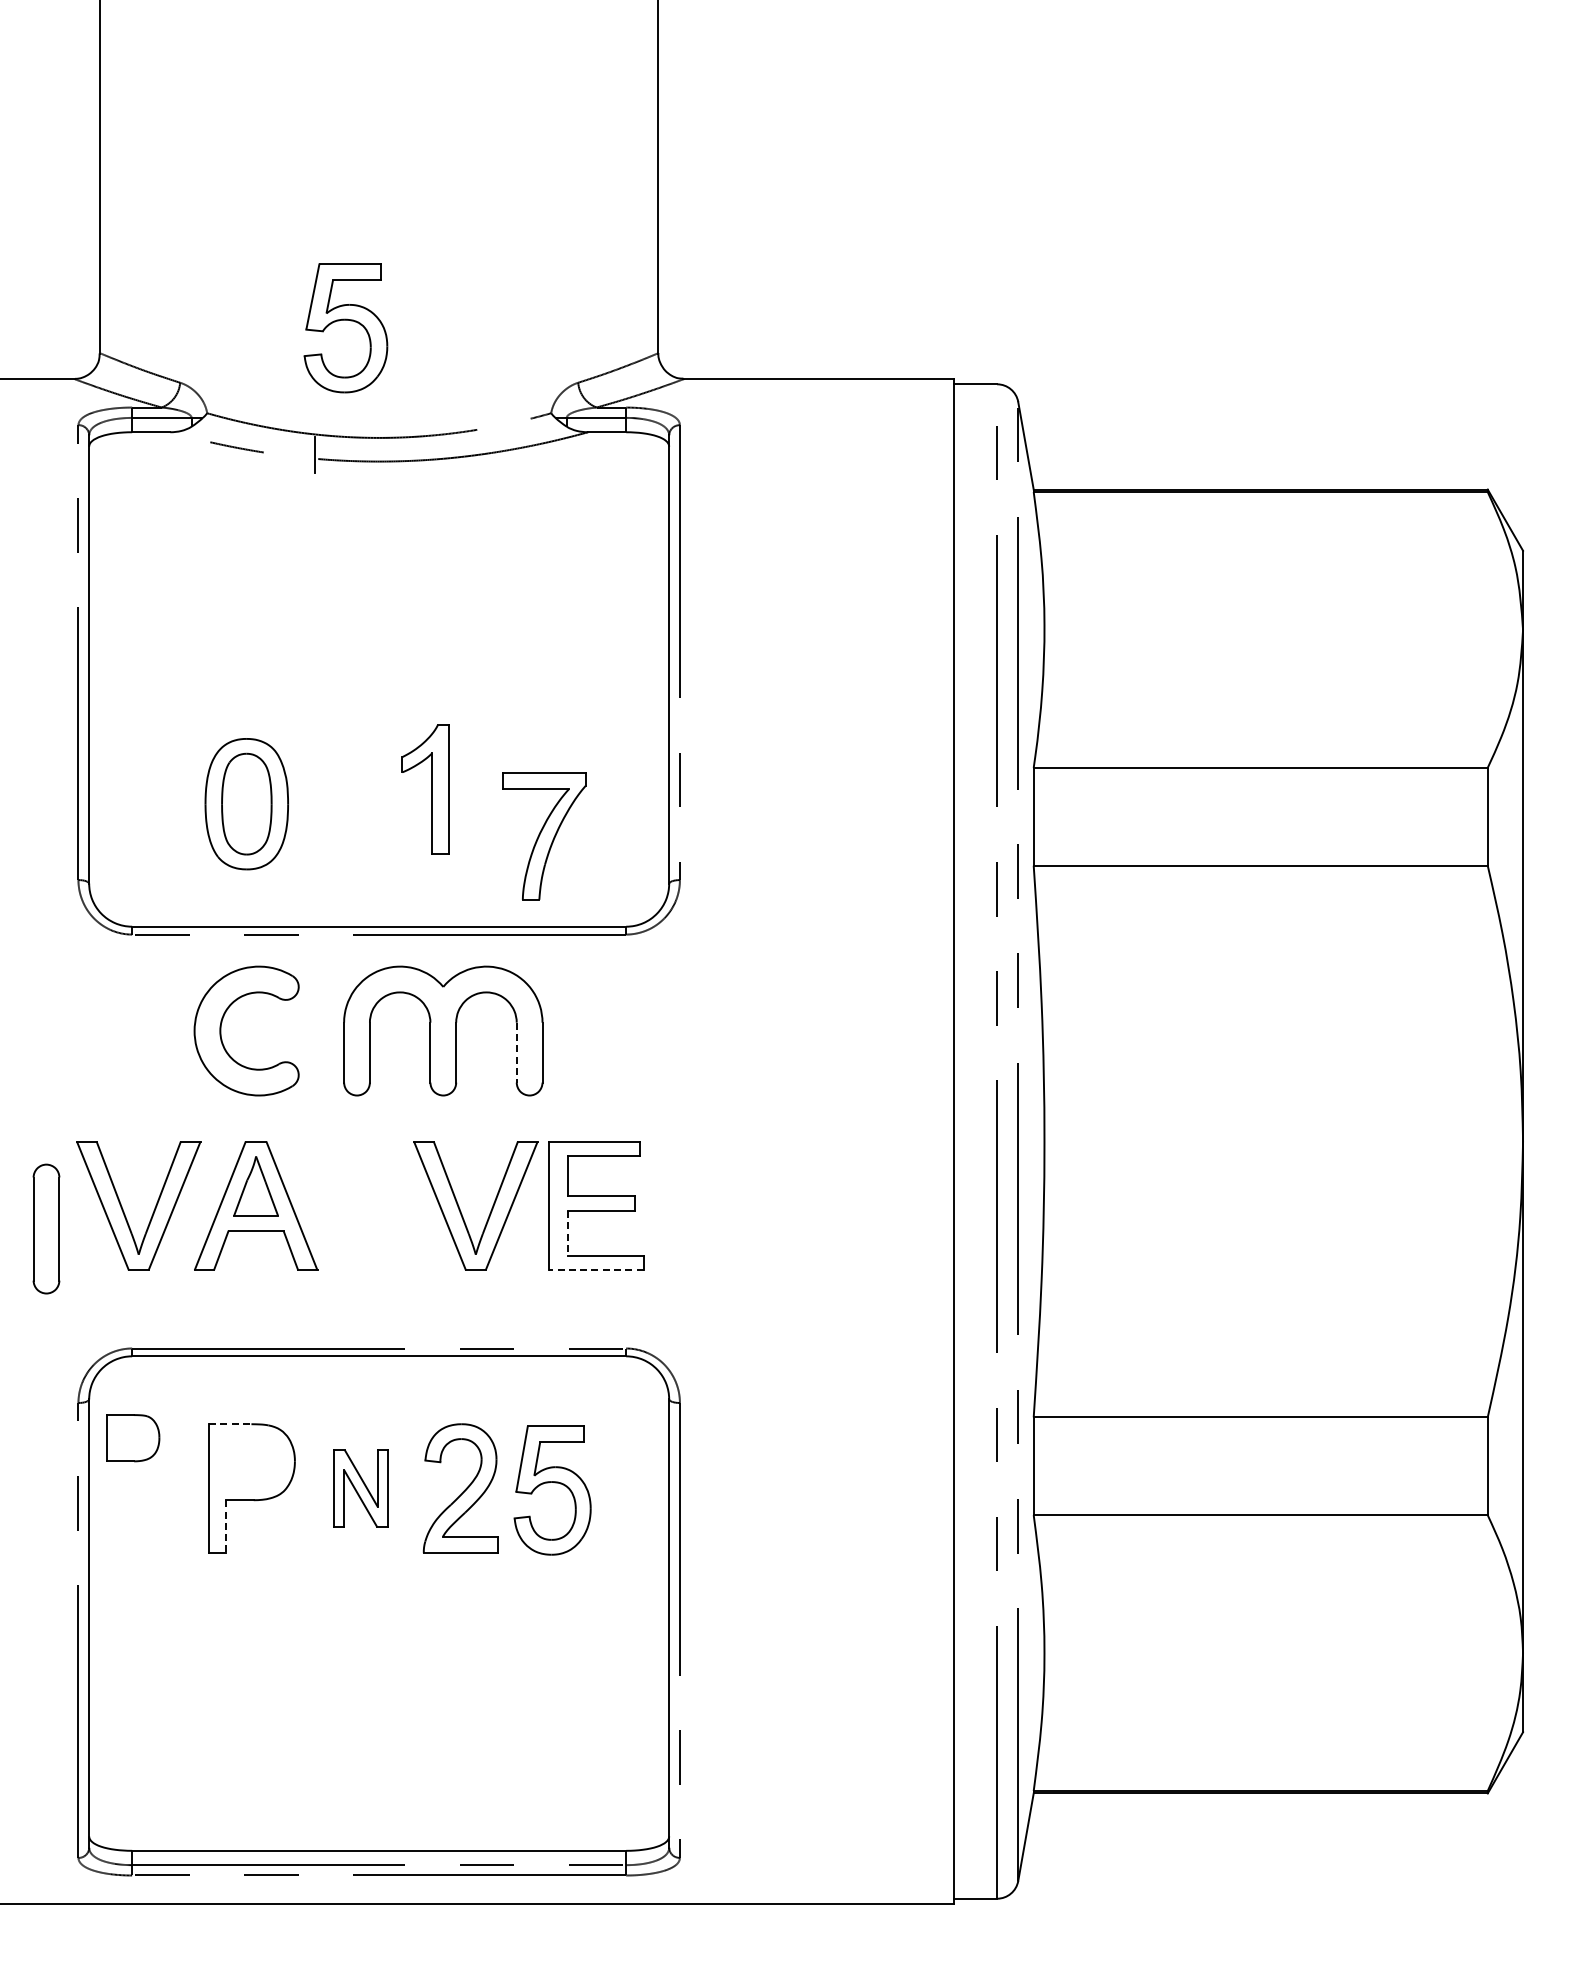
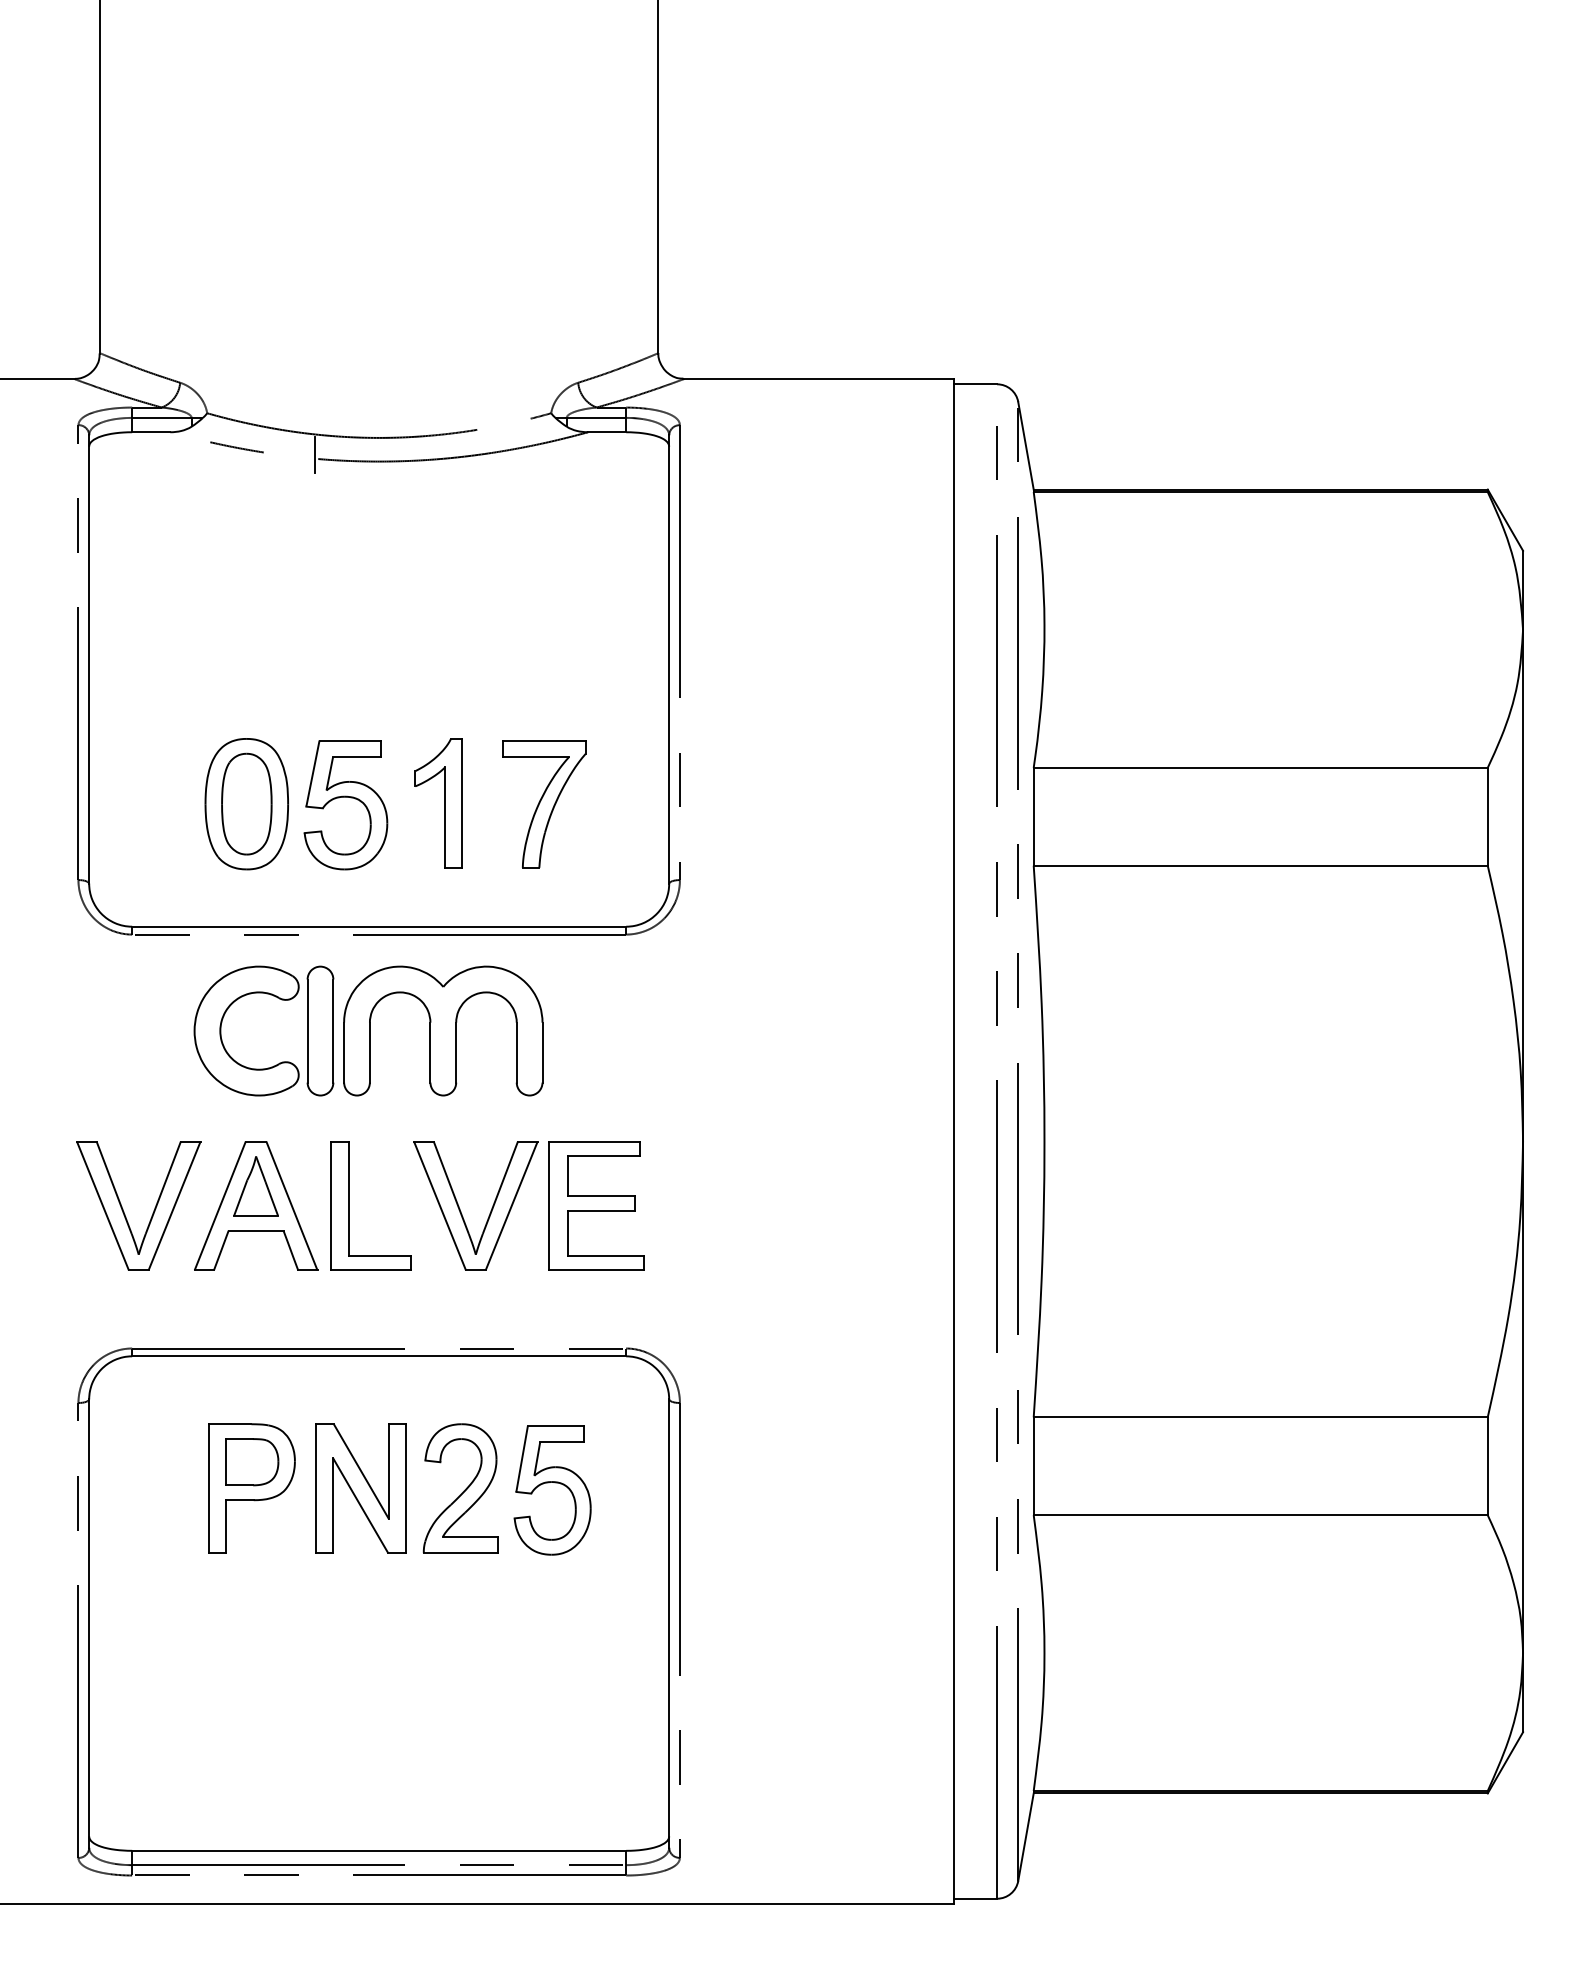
part at (345, 320) position: (345, 320) -> (345, 797)
part at (425, 789) position: (425, 789) -> (438, 803)
part at (544, 836) position: (544, 836) -> (544, 804)
line at (516, 1052): dashed -> solid
part at (349, 1205): none -> present
part at (46, 1228) position: (46, 1228) -> (320, 1030)
line at (567, 1233): dashed -> solid
line at (595, 1270): dashed -> solid
line at (230, 1424): dashed -> solid
part at (133, 1438) position: (133, 1438) -> (252, 1462)
part at (360, 1488) size: 56x79 px -> 92x131 px
line at (225, 1527): dashed -> solid
